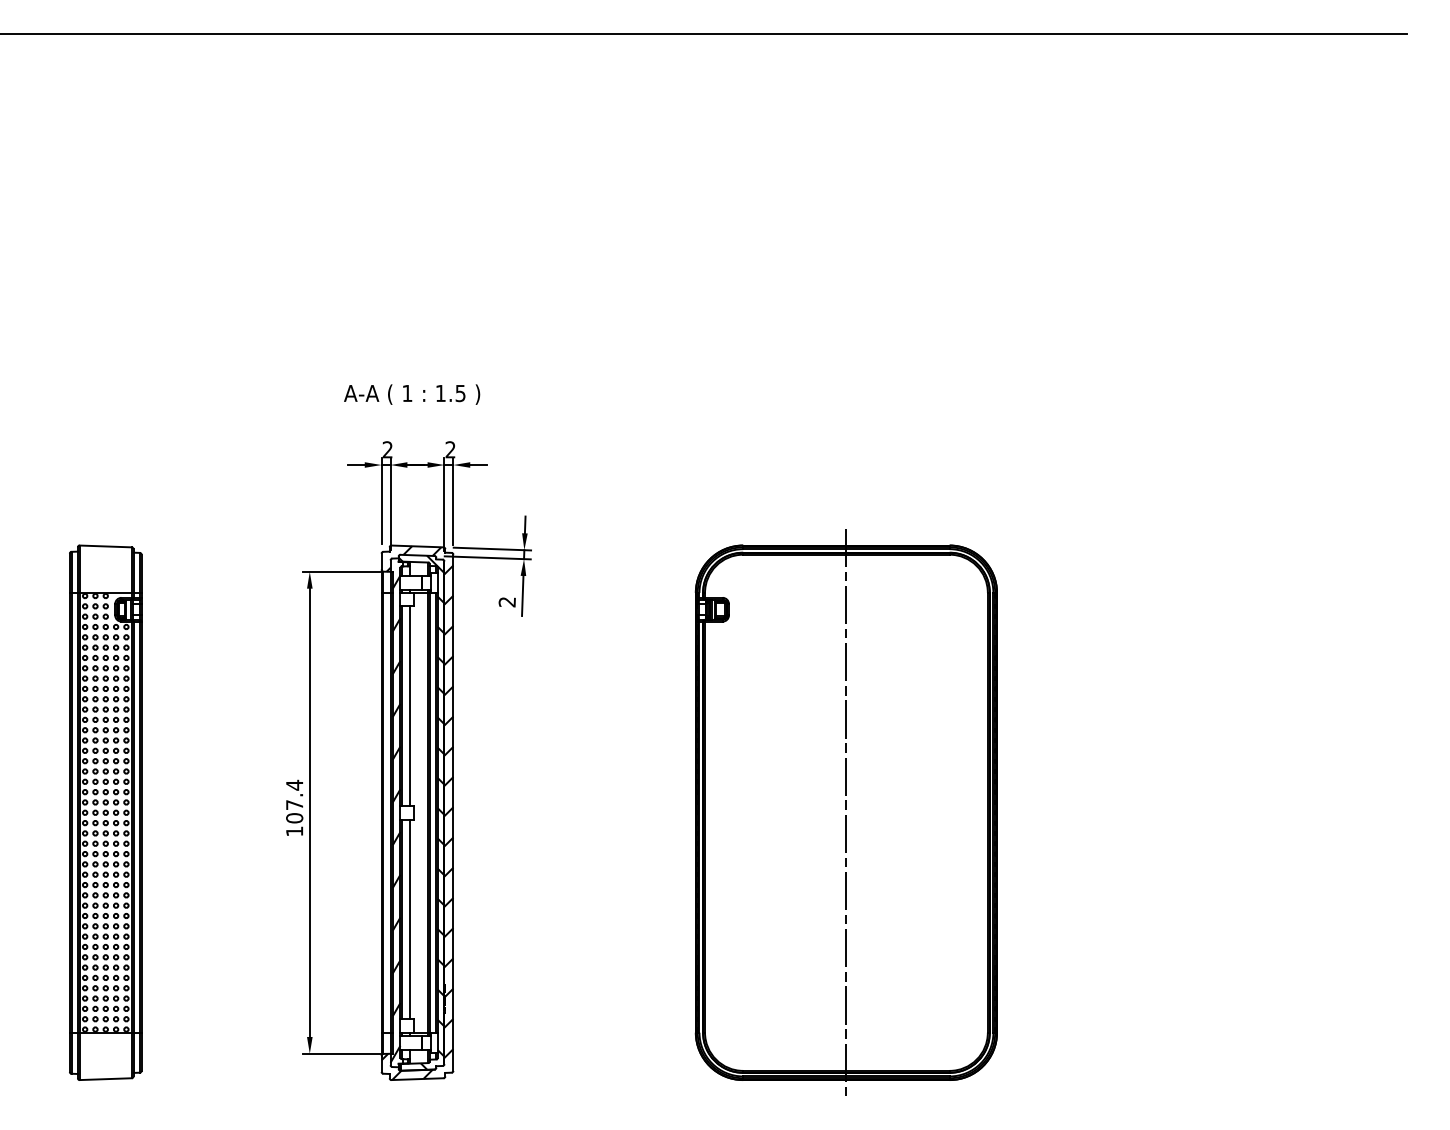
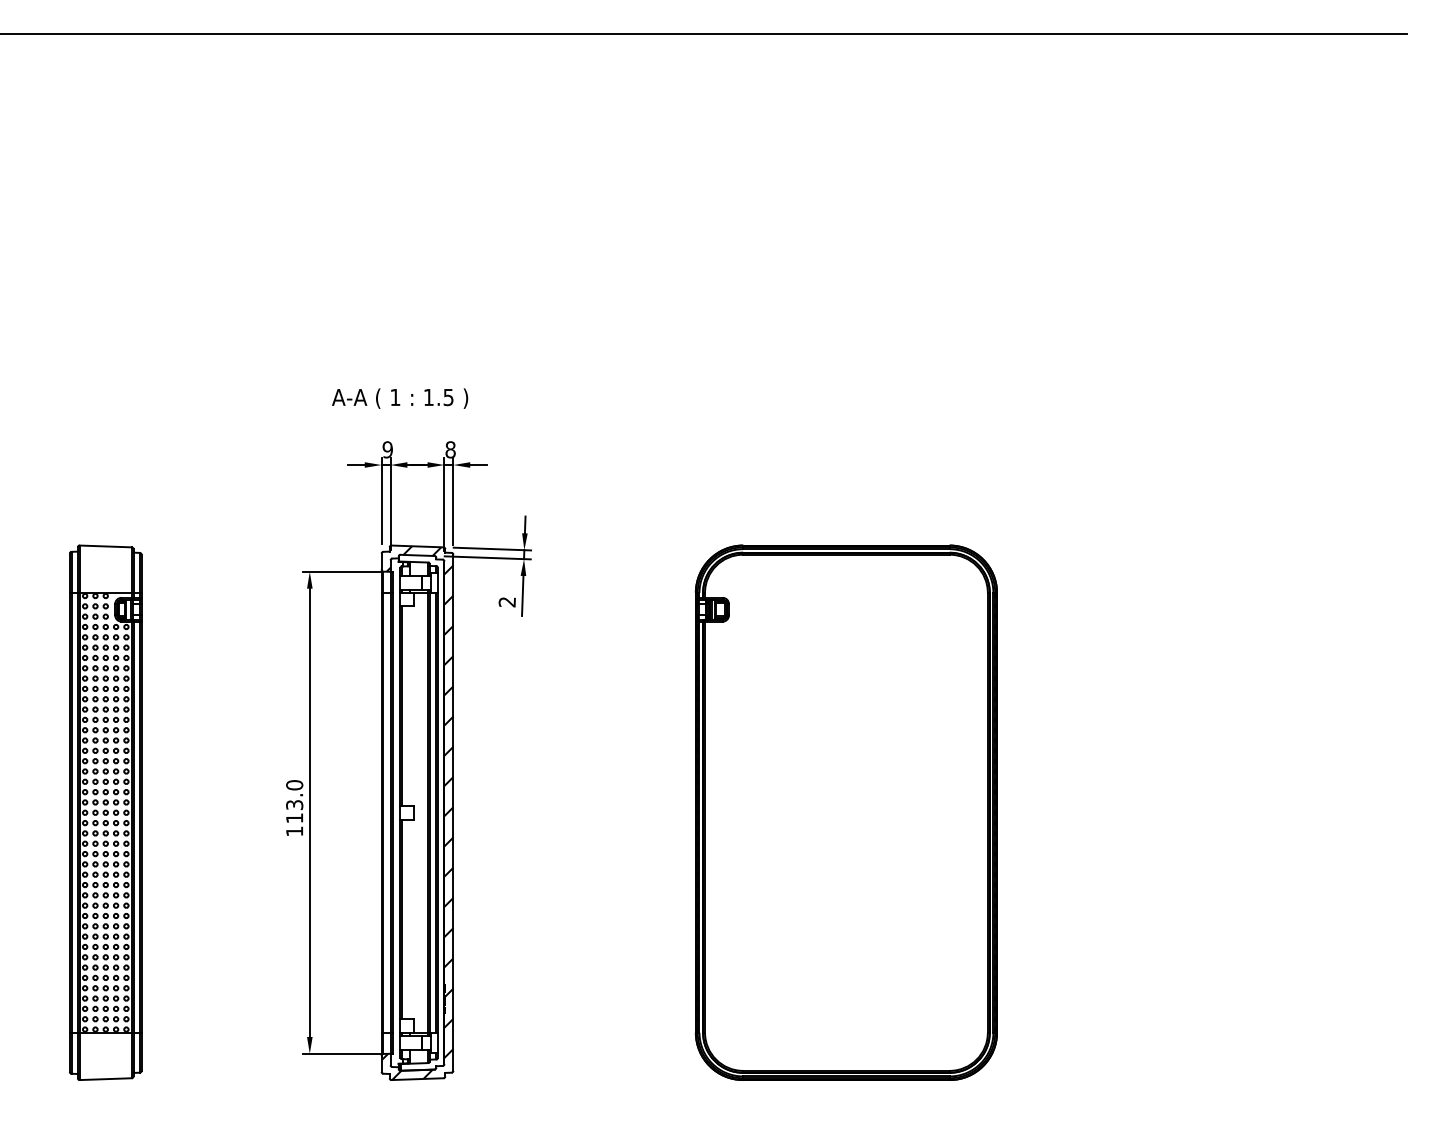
text at (412, 394) position: (412, 394) -> (400, 398)
text at (387, 449): 2 -> 9
text at (450, 449): 2 -> 8
line at (409, 706): present -> none
text at (294, 801): 107.4 -> 113.0
hatch at (421, 812): present -> none
line at (846, 812): present -> none
hatch at (395, 818): present -> none
line at (409, 919): present -> none
